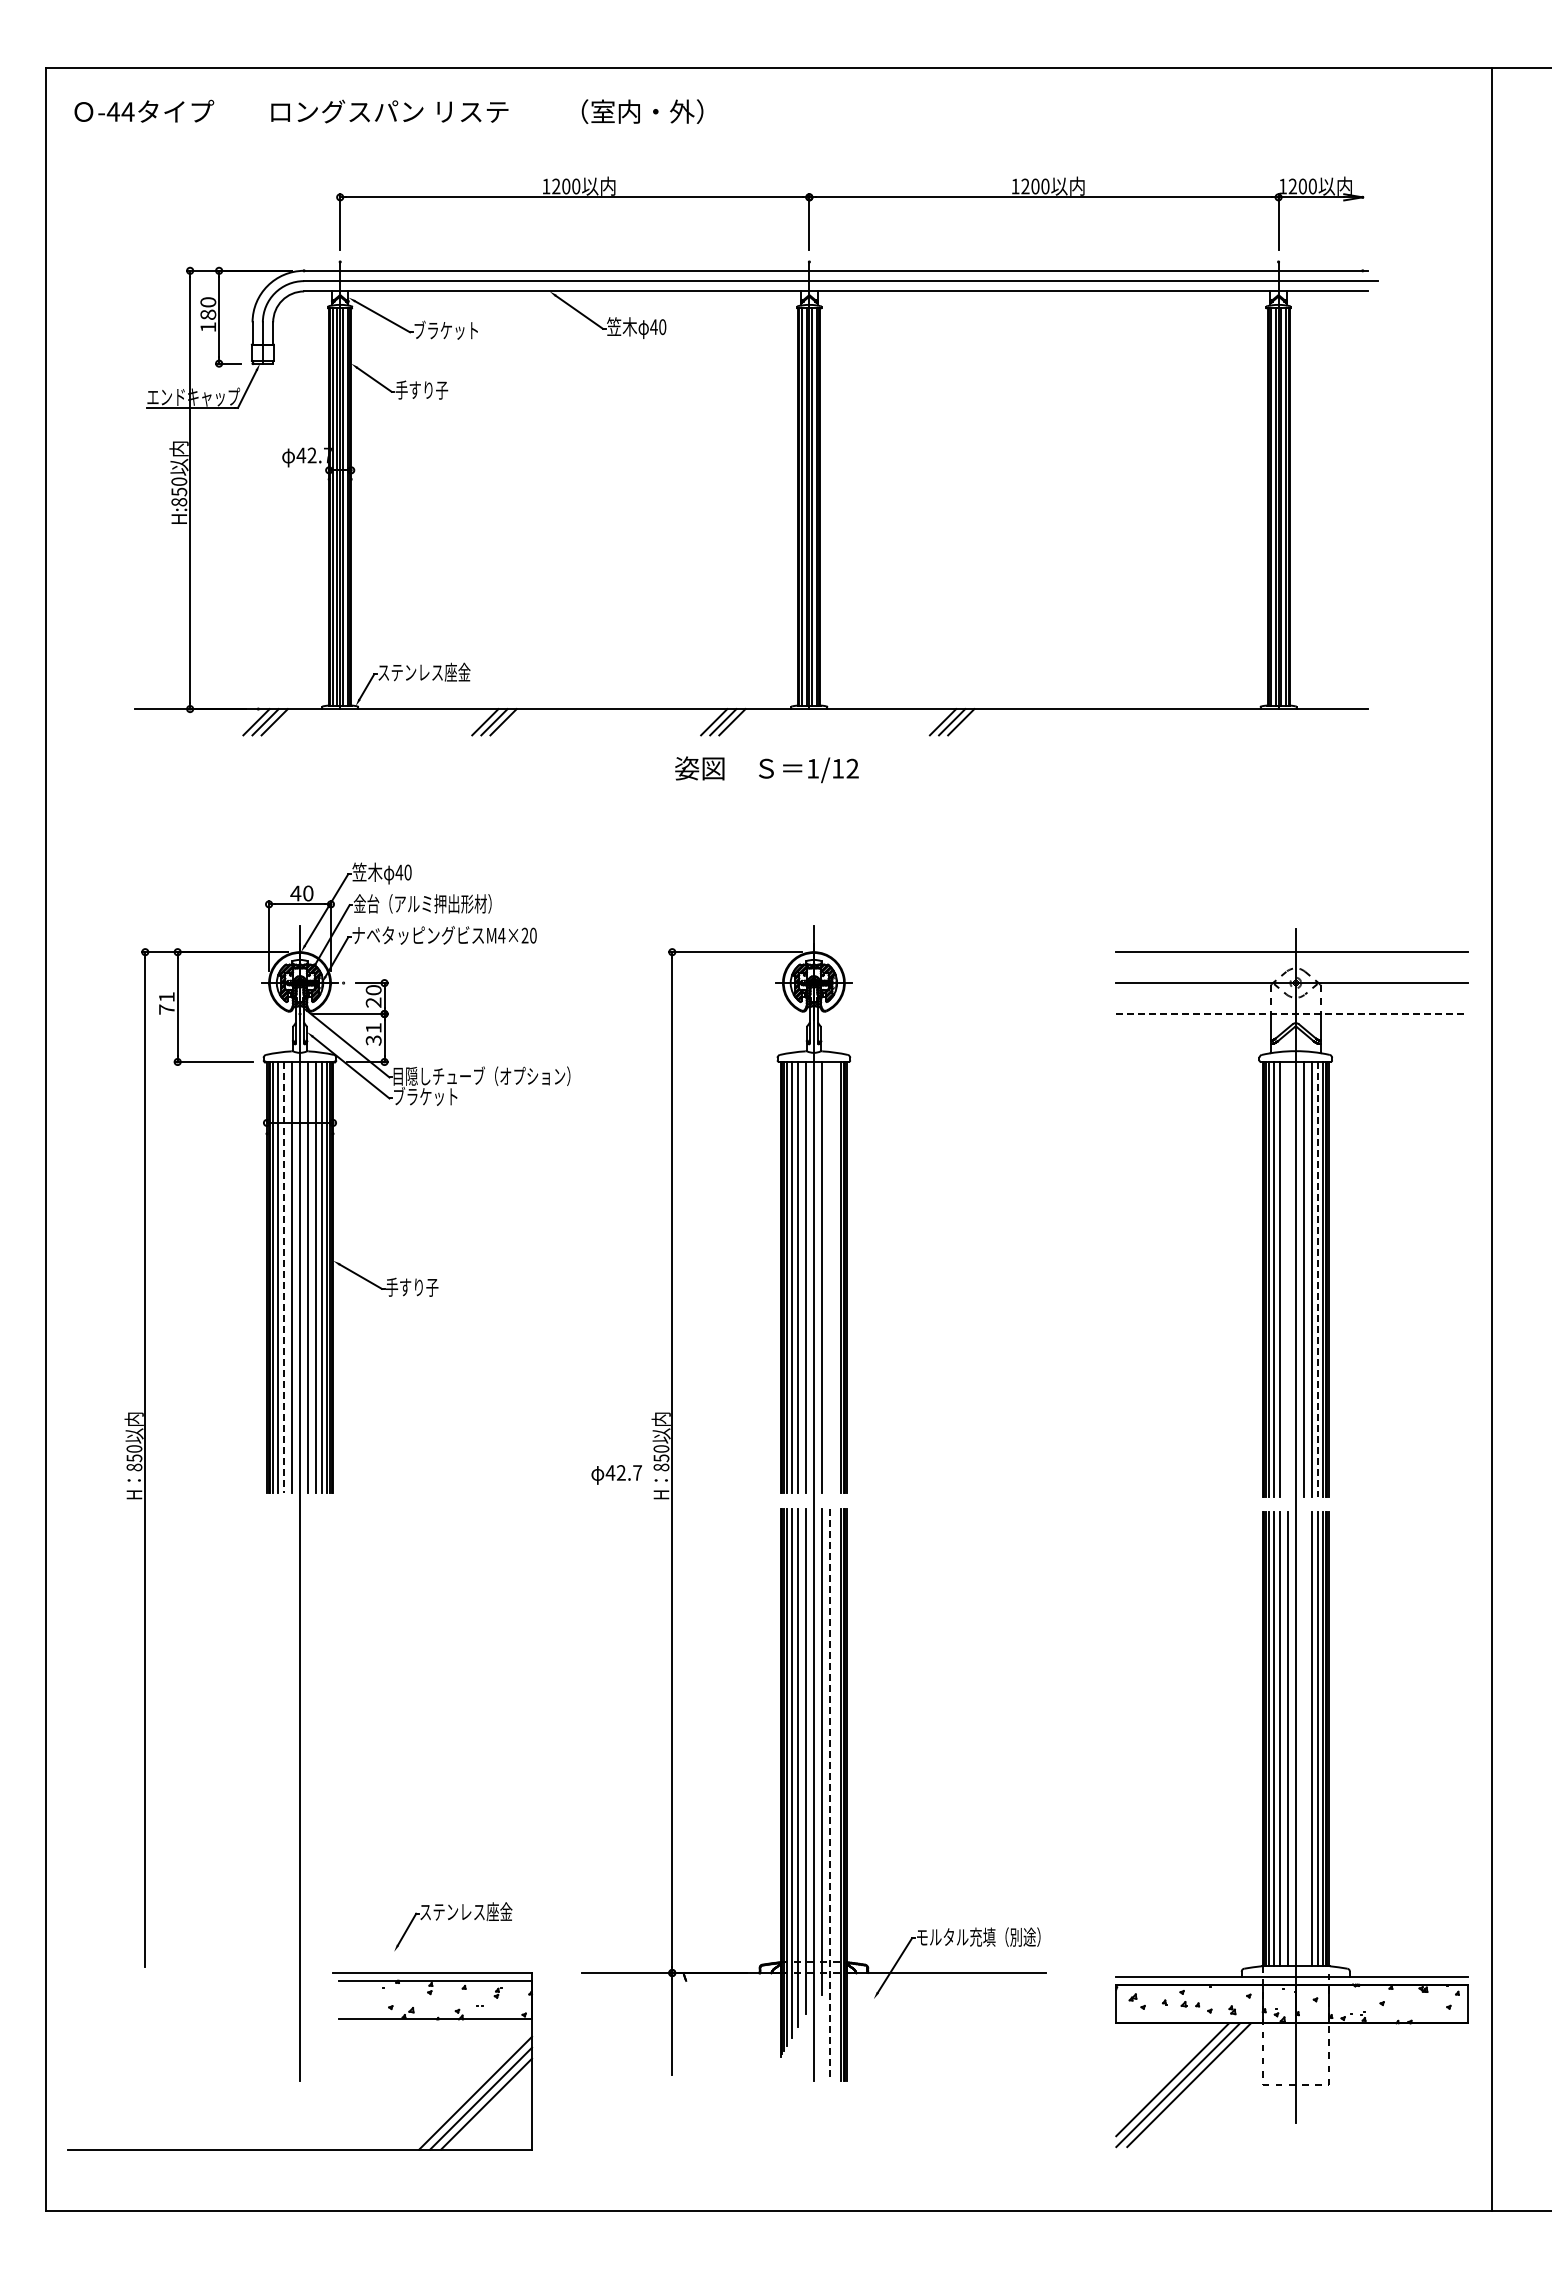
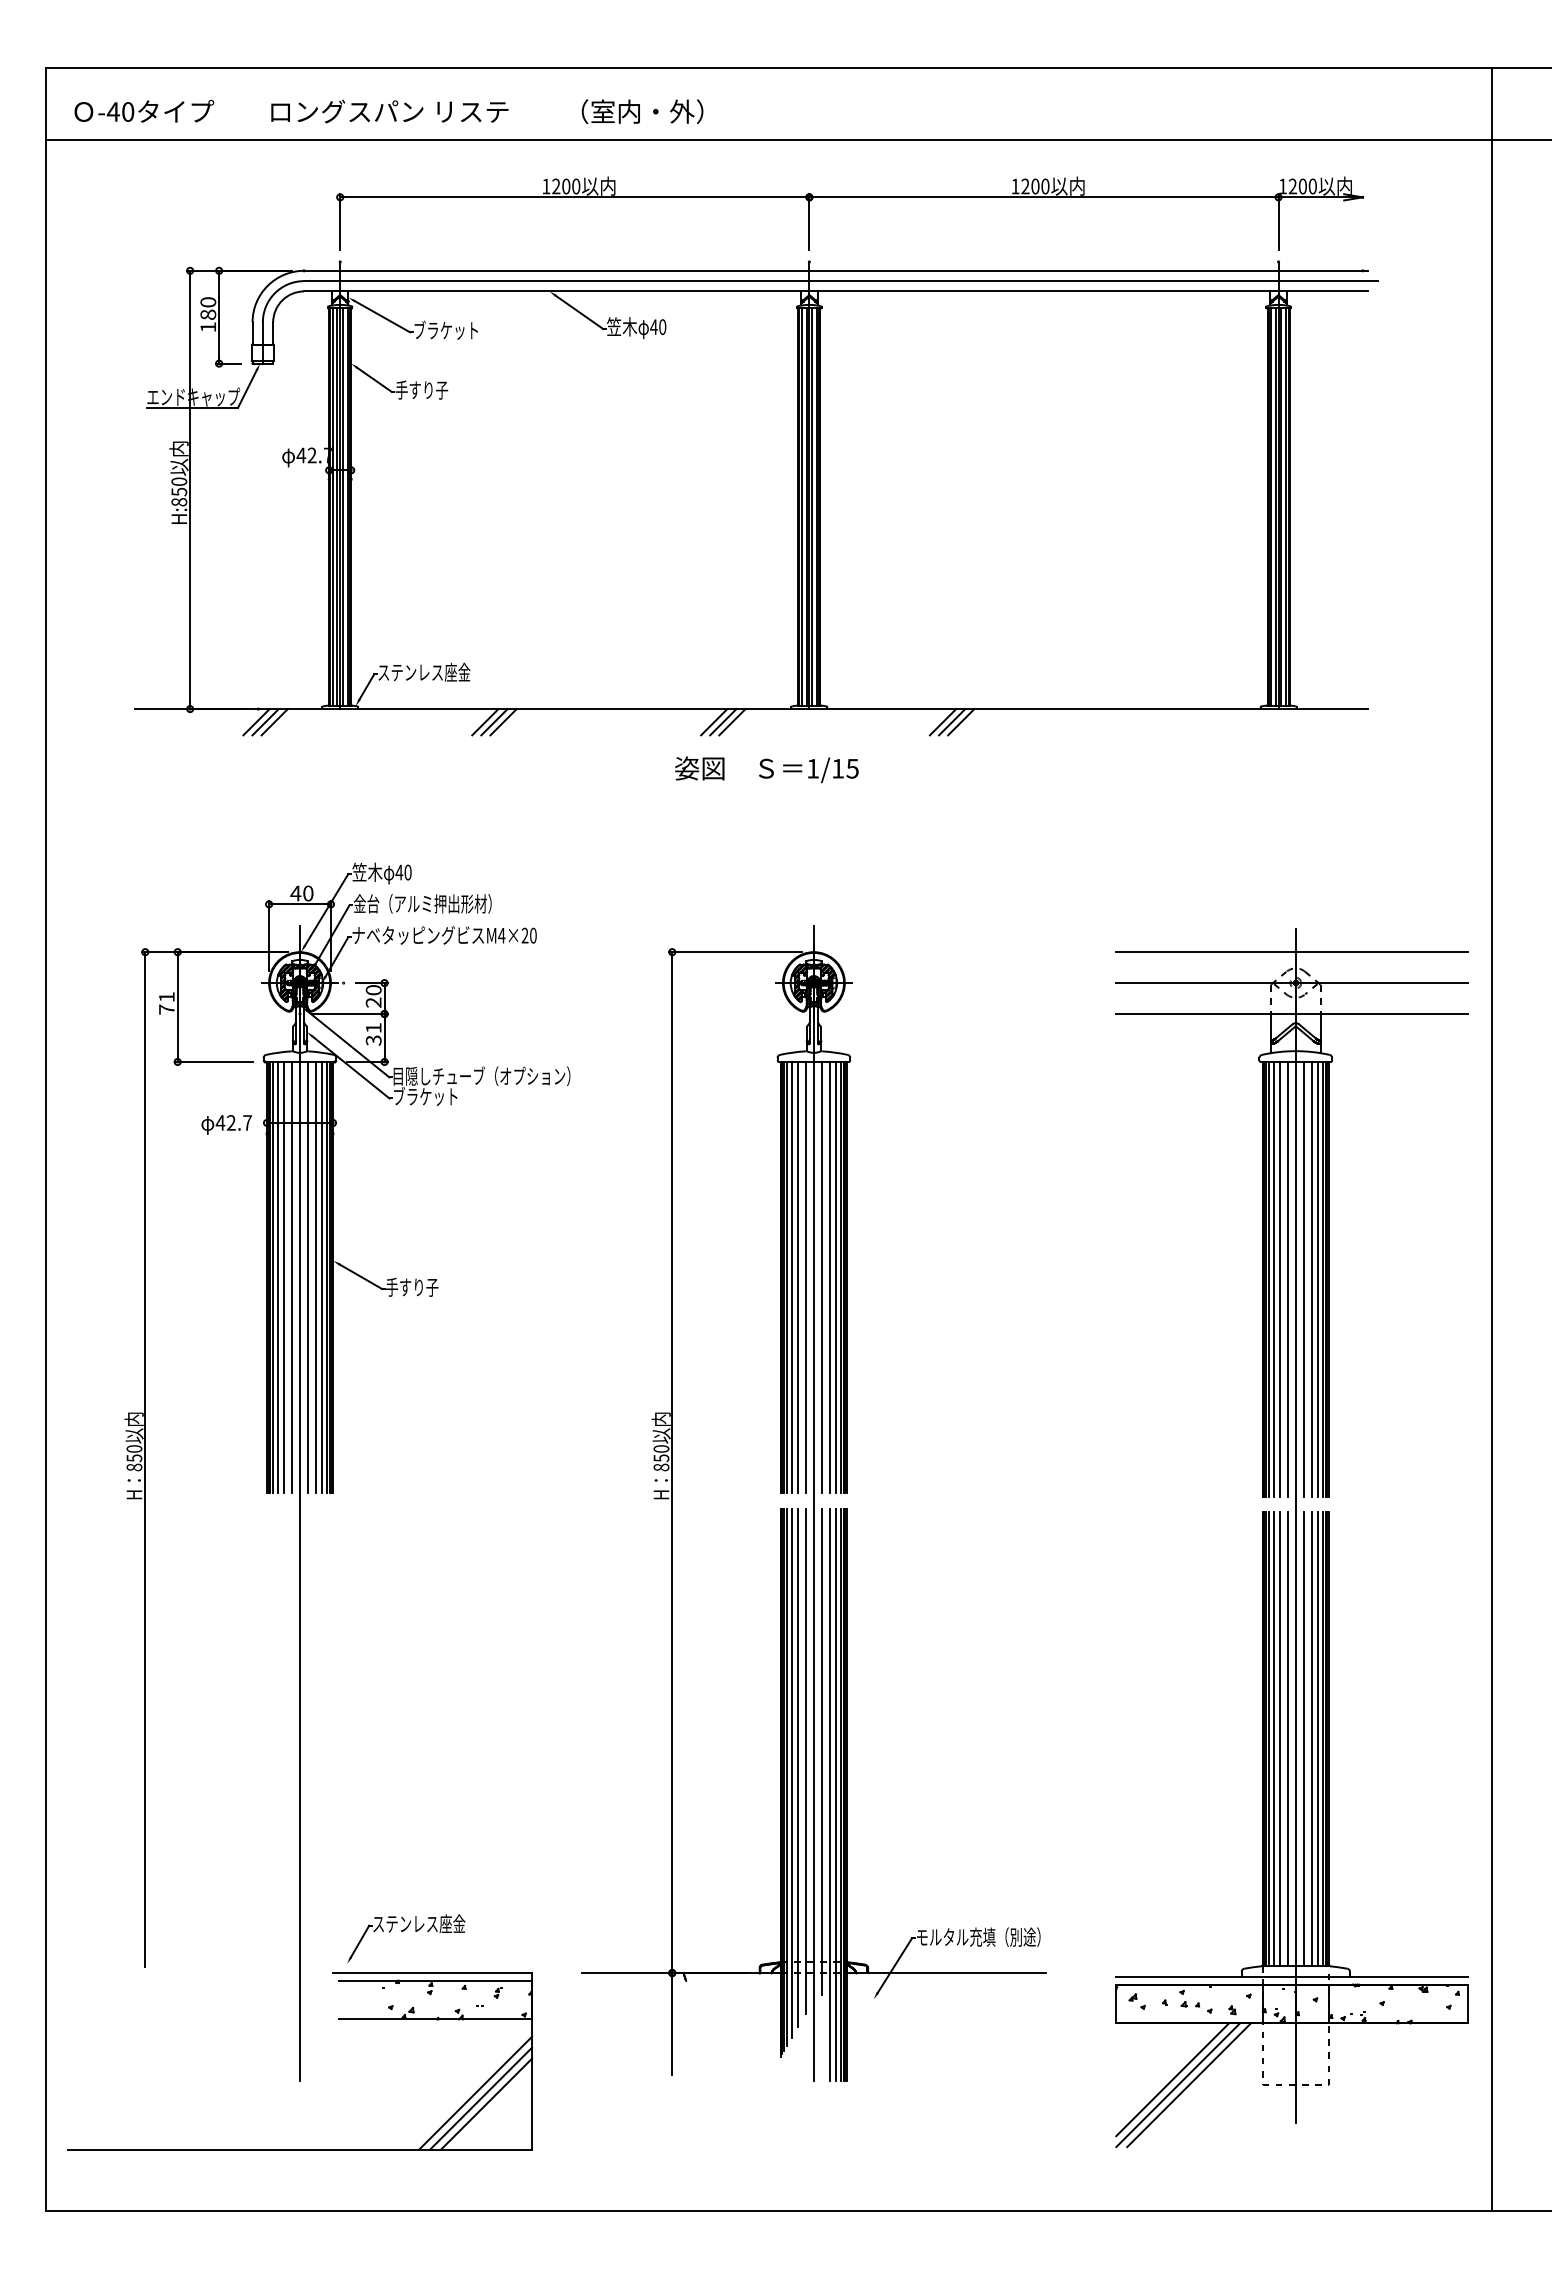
text at (127, 111): -44 -> -40
line at (797, 140): none -> present
text at (852, 768): 1/12 -> 1/15
line at (1292, 1014): dashed -> solid
line at (284, 1277): dashed -> solid
line at (829, 1277): none -> present
line at (836, 1277): none -> present
line at (1287, 1278): none -> present
line at (1318, 1279): dashed -> solid
text at (616, 1474) position: (616, 1474) -> (226, 1124)
line at (1304, 1739): none -> present
line at (836, 1794): none -> present
line at (829, 1795): dashed -> solid
part at (450, 1919) position: (450, 1919) -> (403, 1931)
